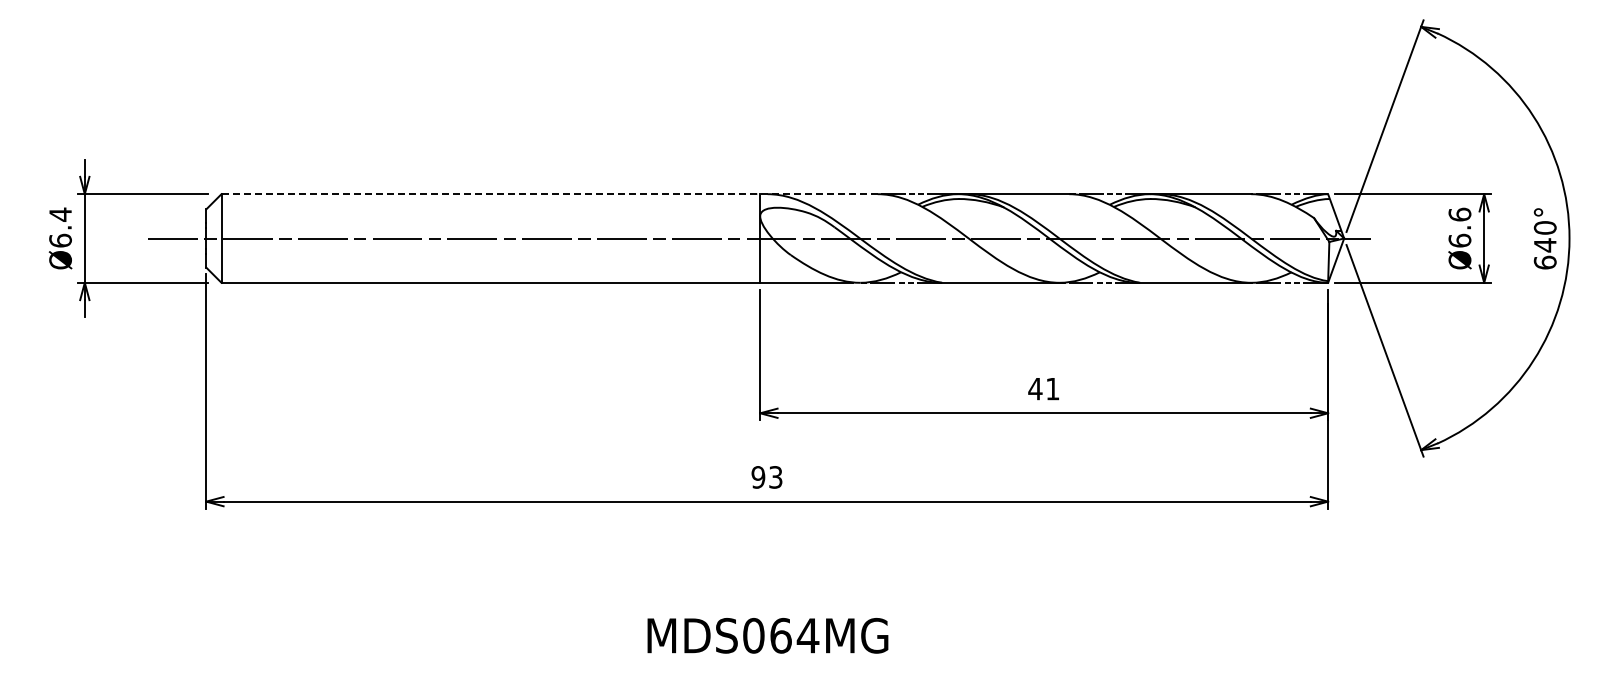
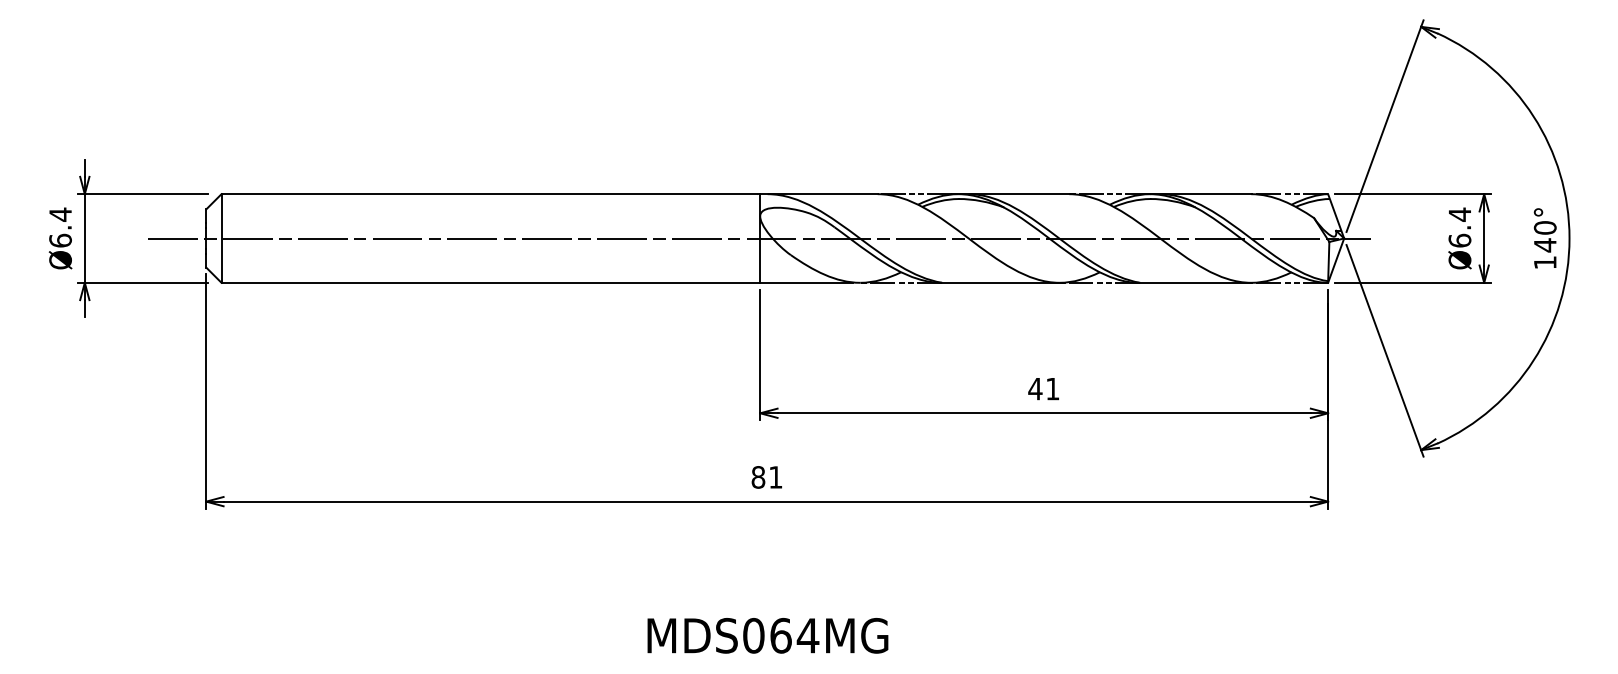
line at (549, 194): dashed -> solid
text at (1459, 214): Ø6.6 -> Ø6.4
text at (1544, 262): 640° -> 140°
text at (766, 477): 93 -> 81
